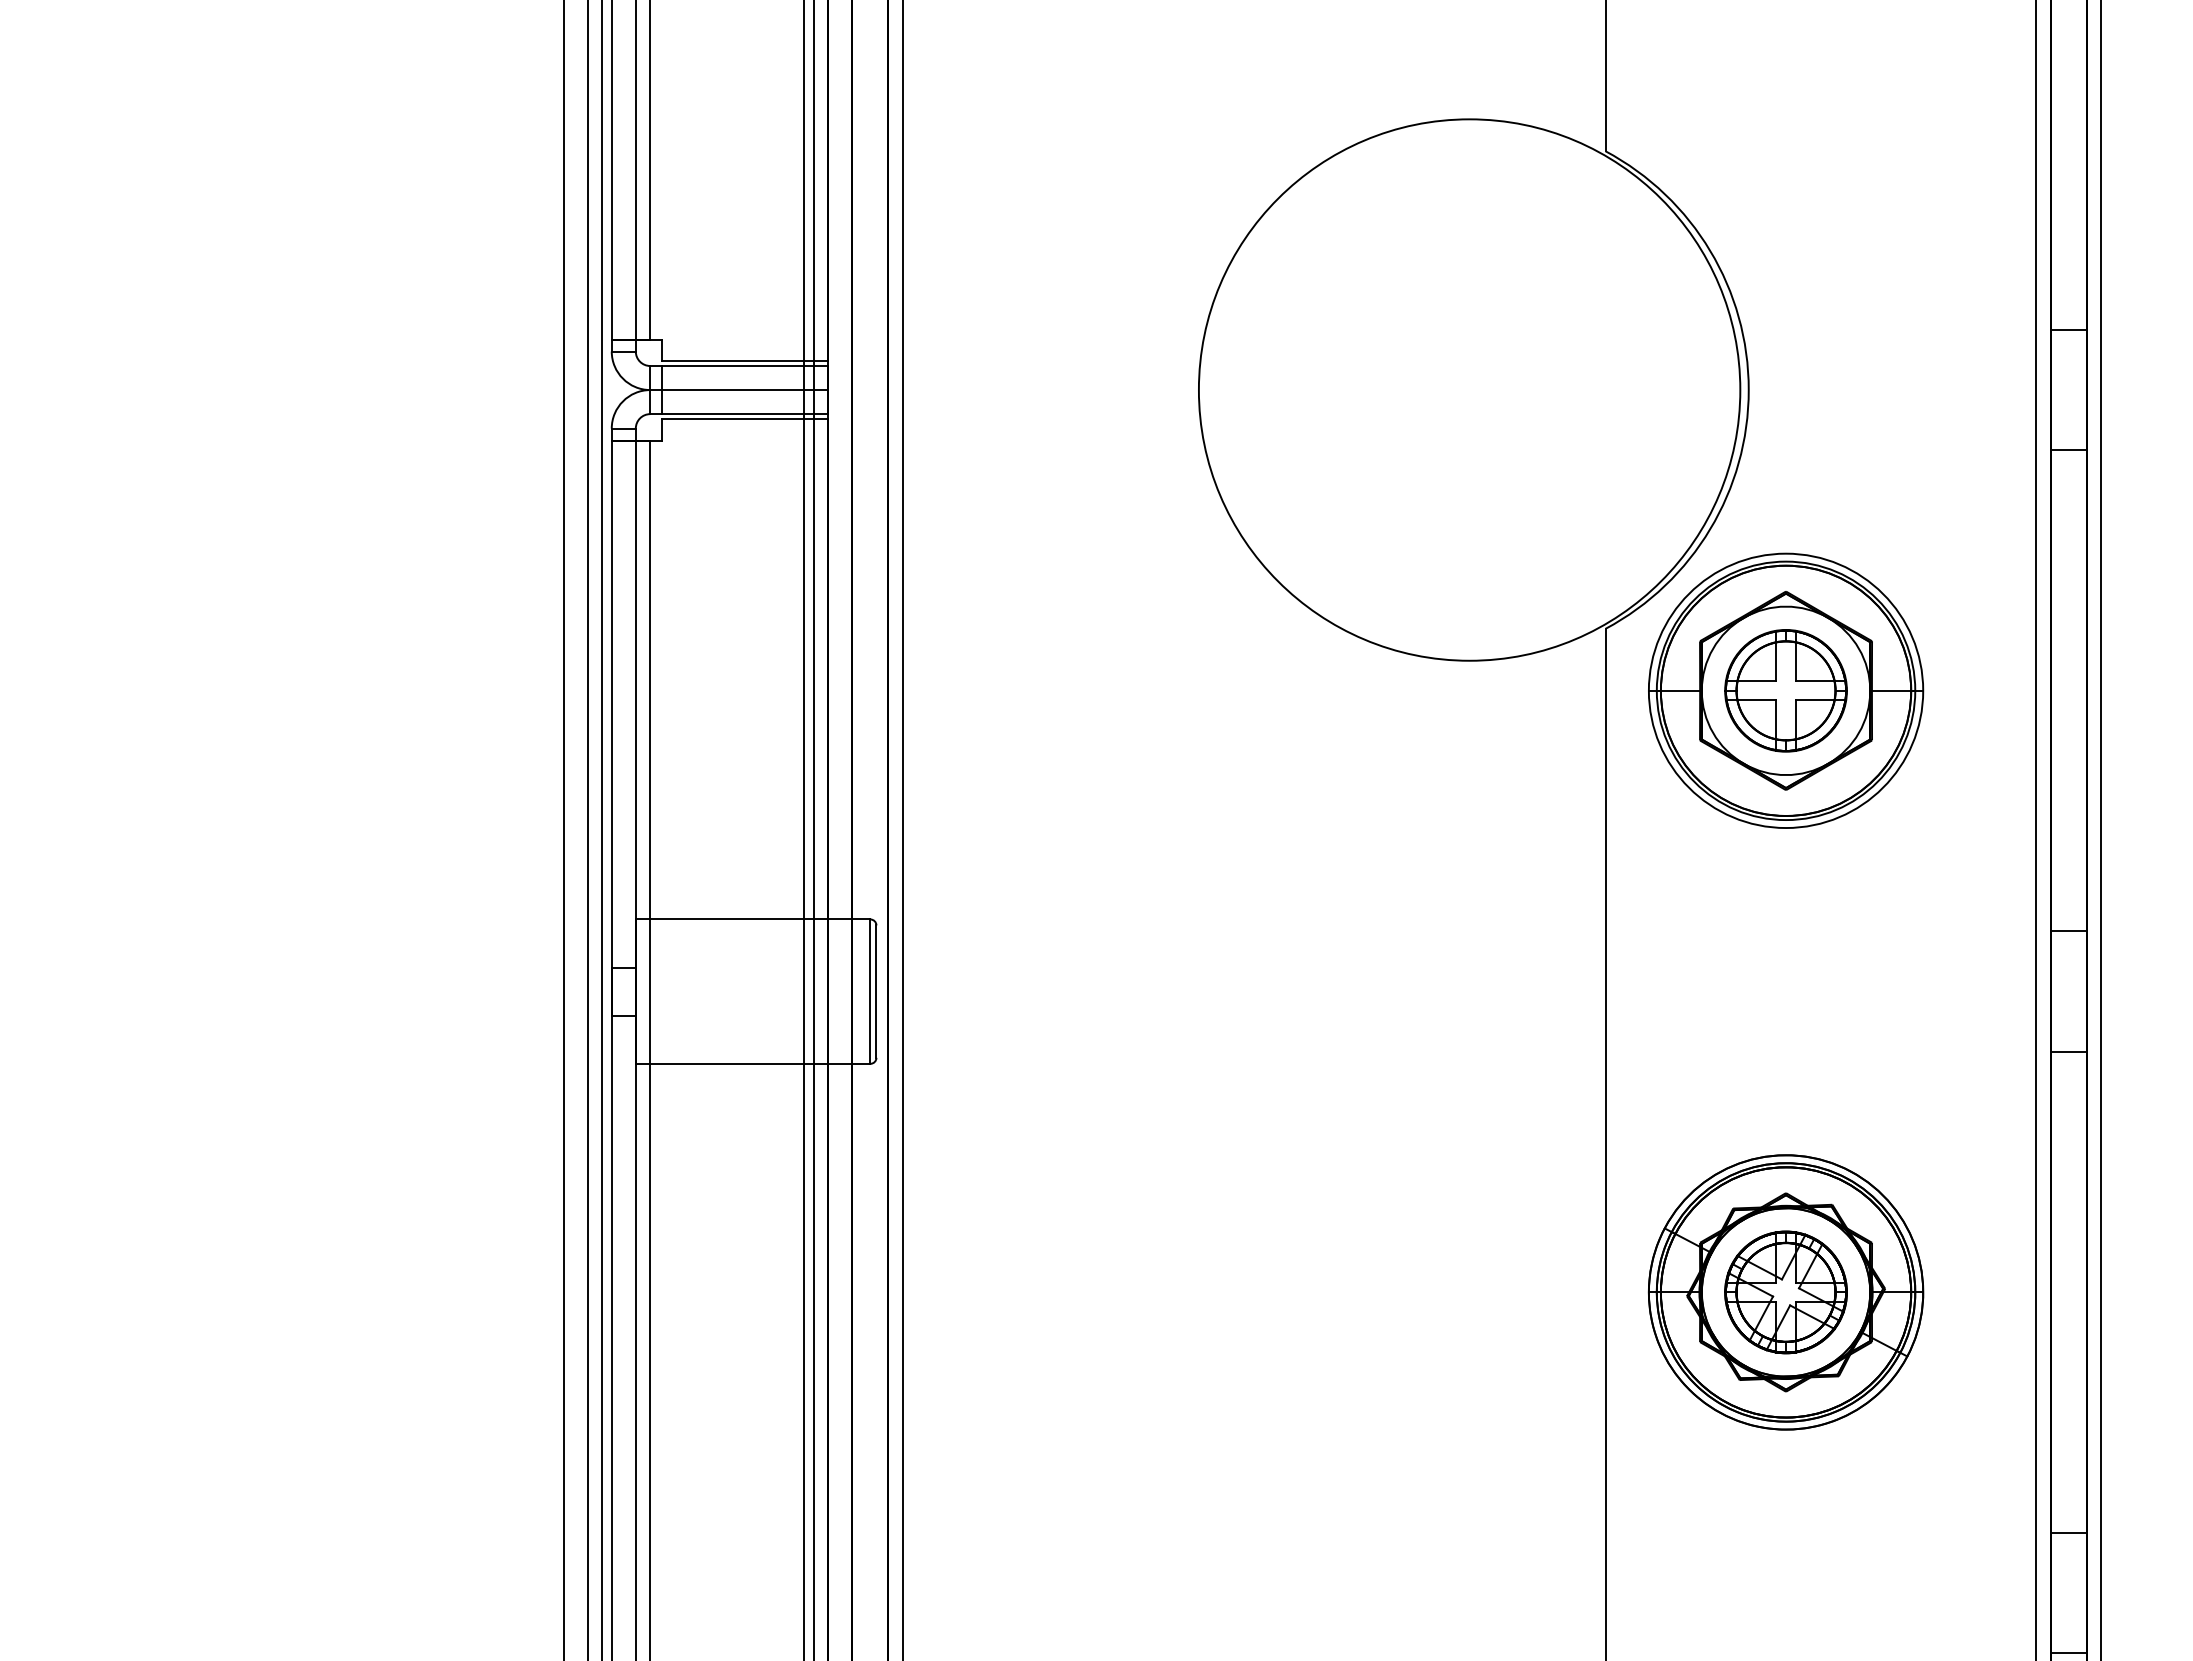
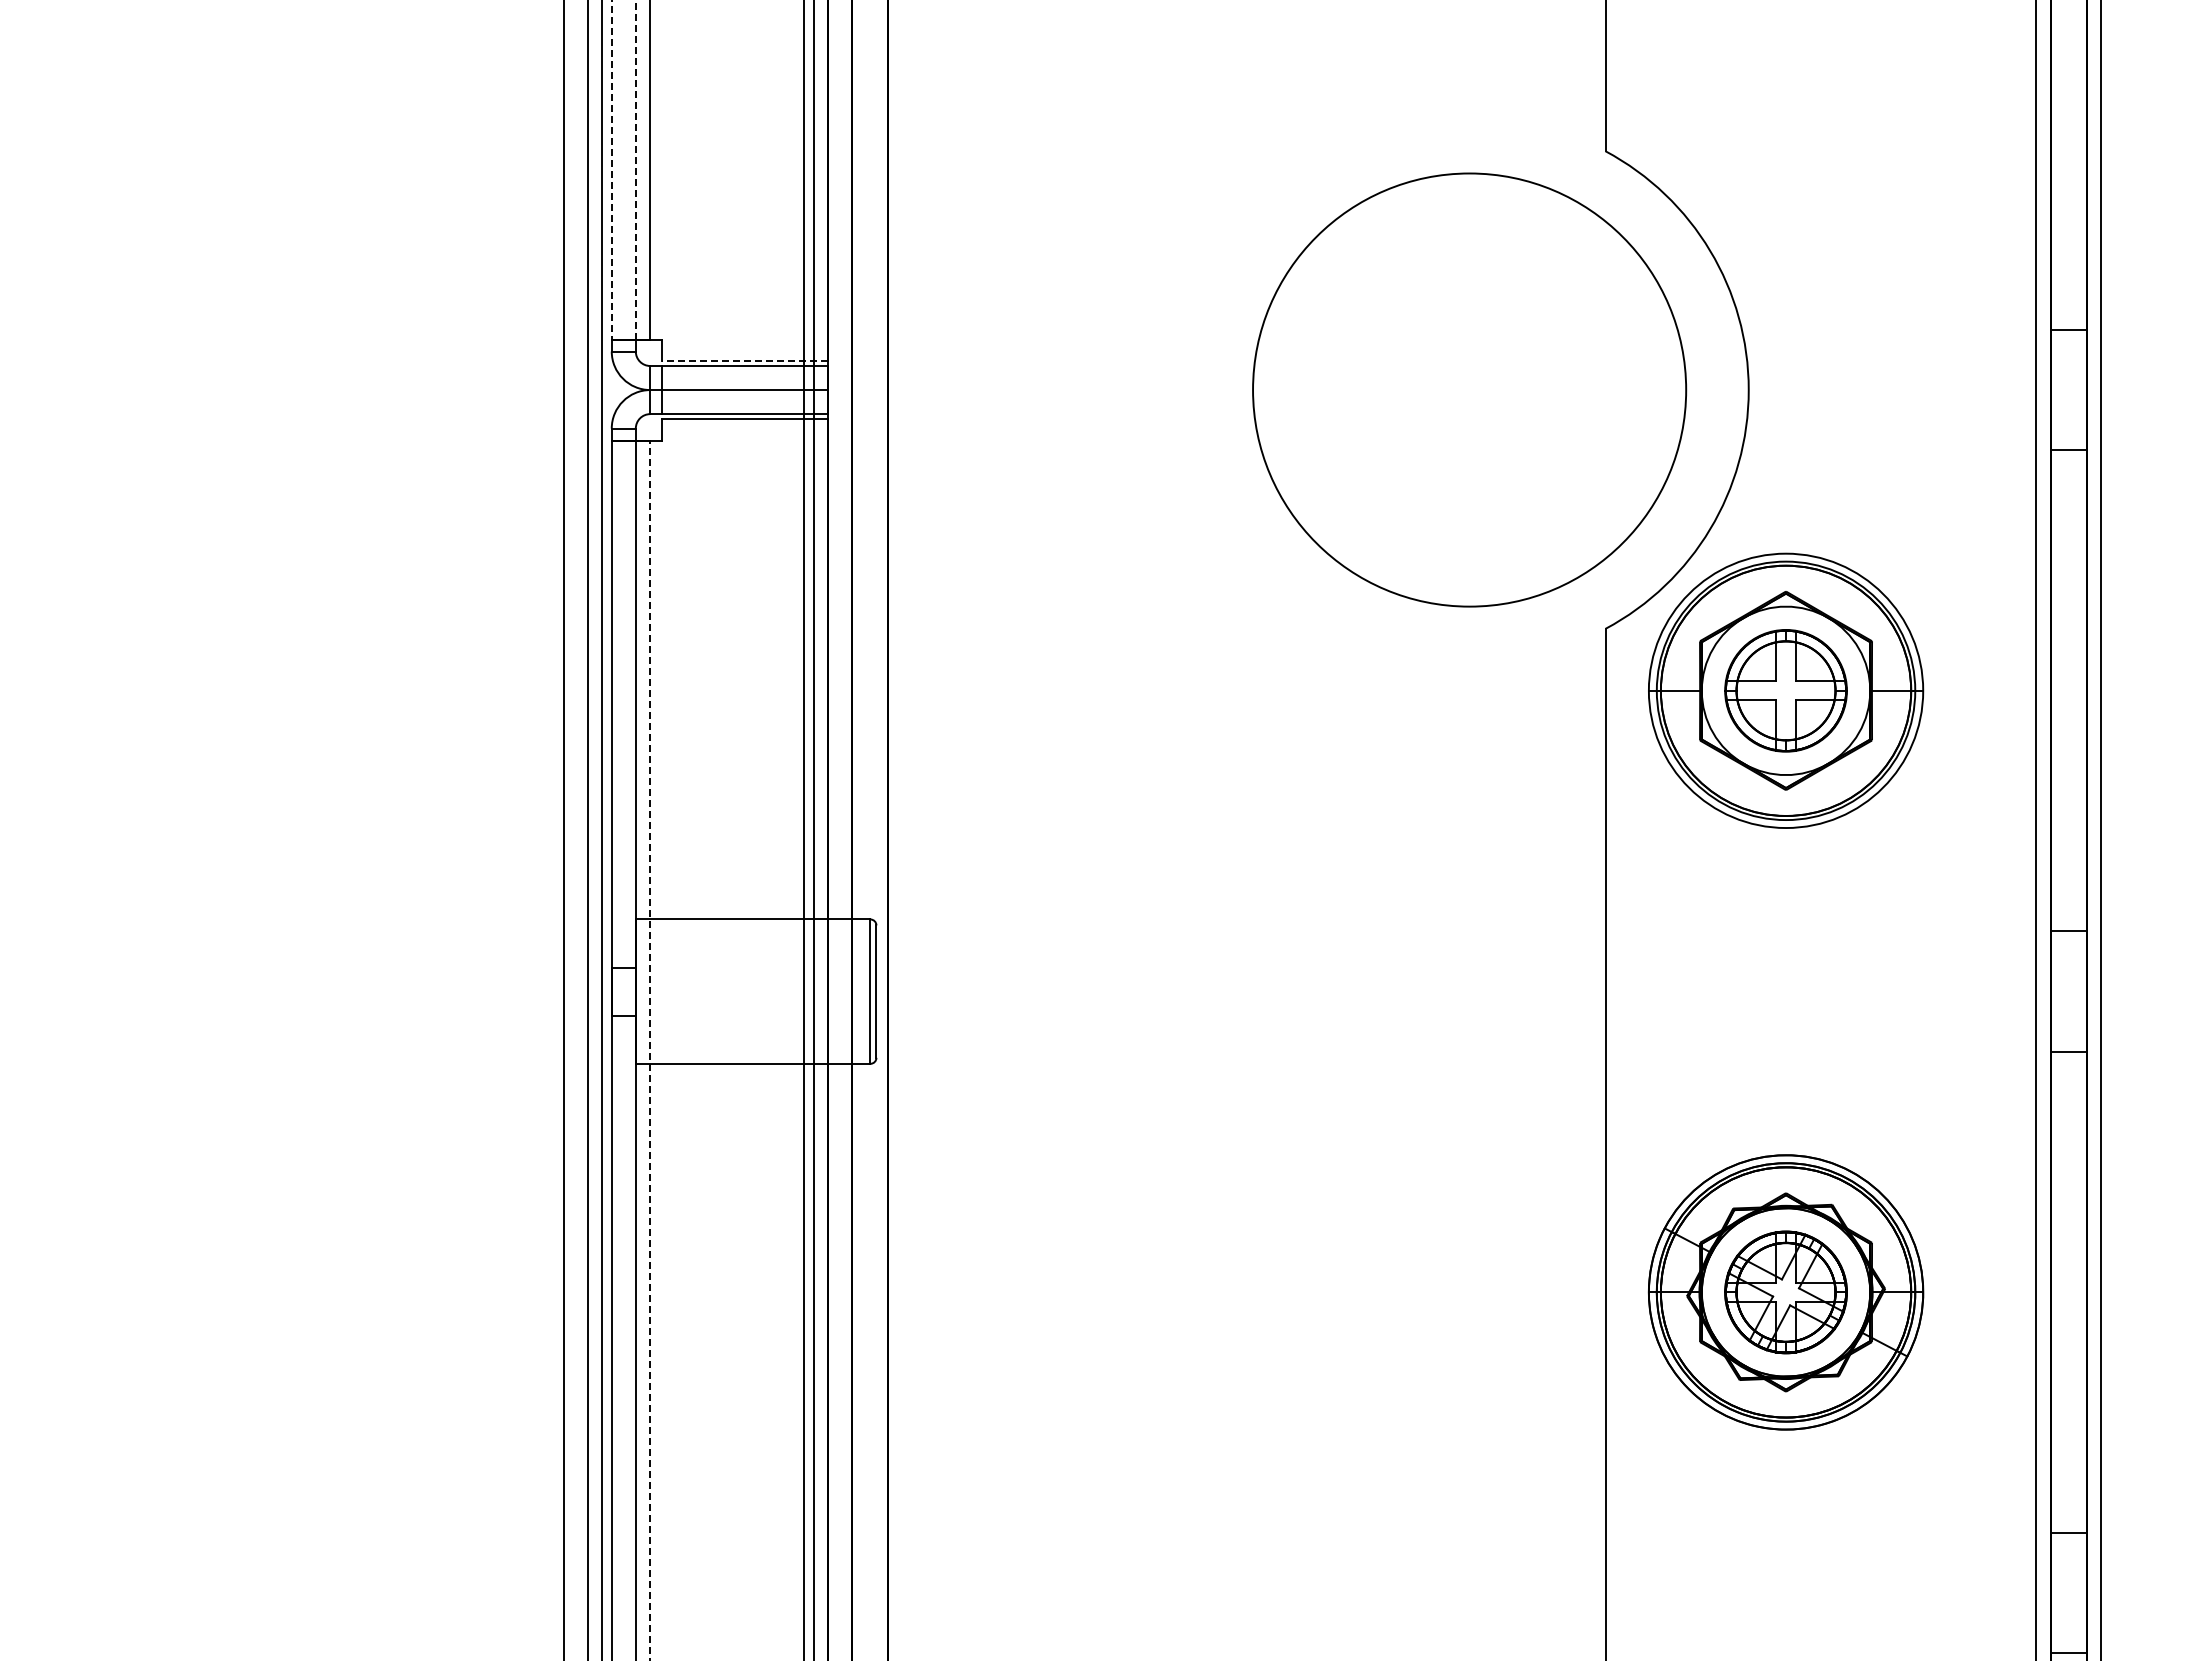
line at (635, 169): solid -> dashed
line at (611, 170): solid -> dashed
line at (744, 361): solid -> dashed
circle at (1469, 389) diameter: 541 px -> 433 px
line at (902, 829): present -> none
line at (650, 1050): solid -> dashed
